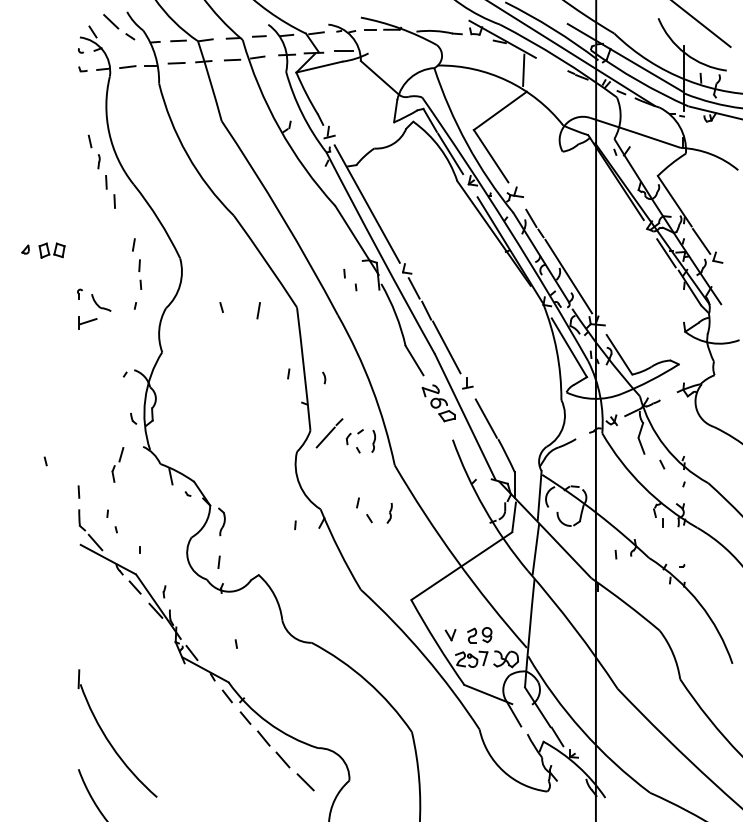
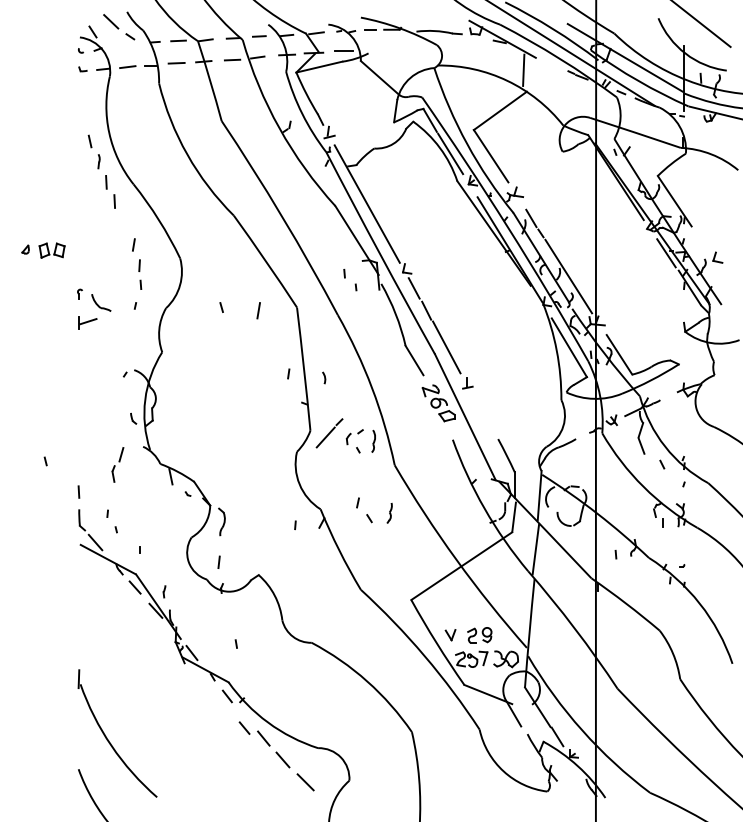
line at (701, 241): present -> none
line at (485, 418): present -> none
line at (245, 717) position: (245, 717) -> (244, 727)
